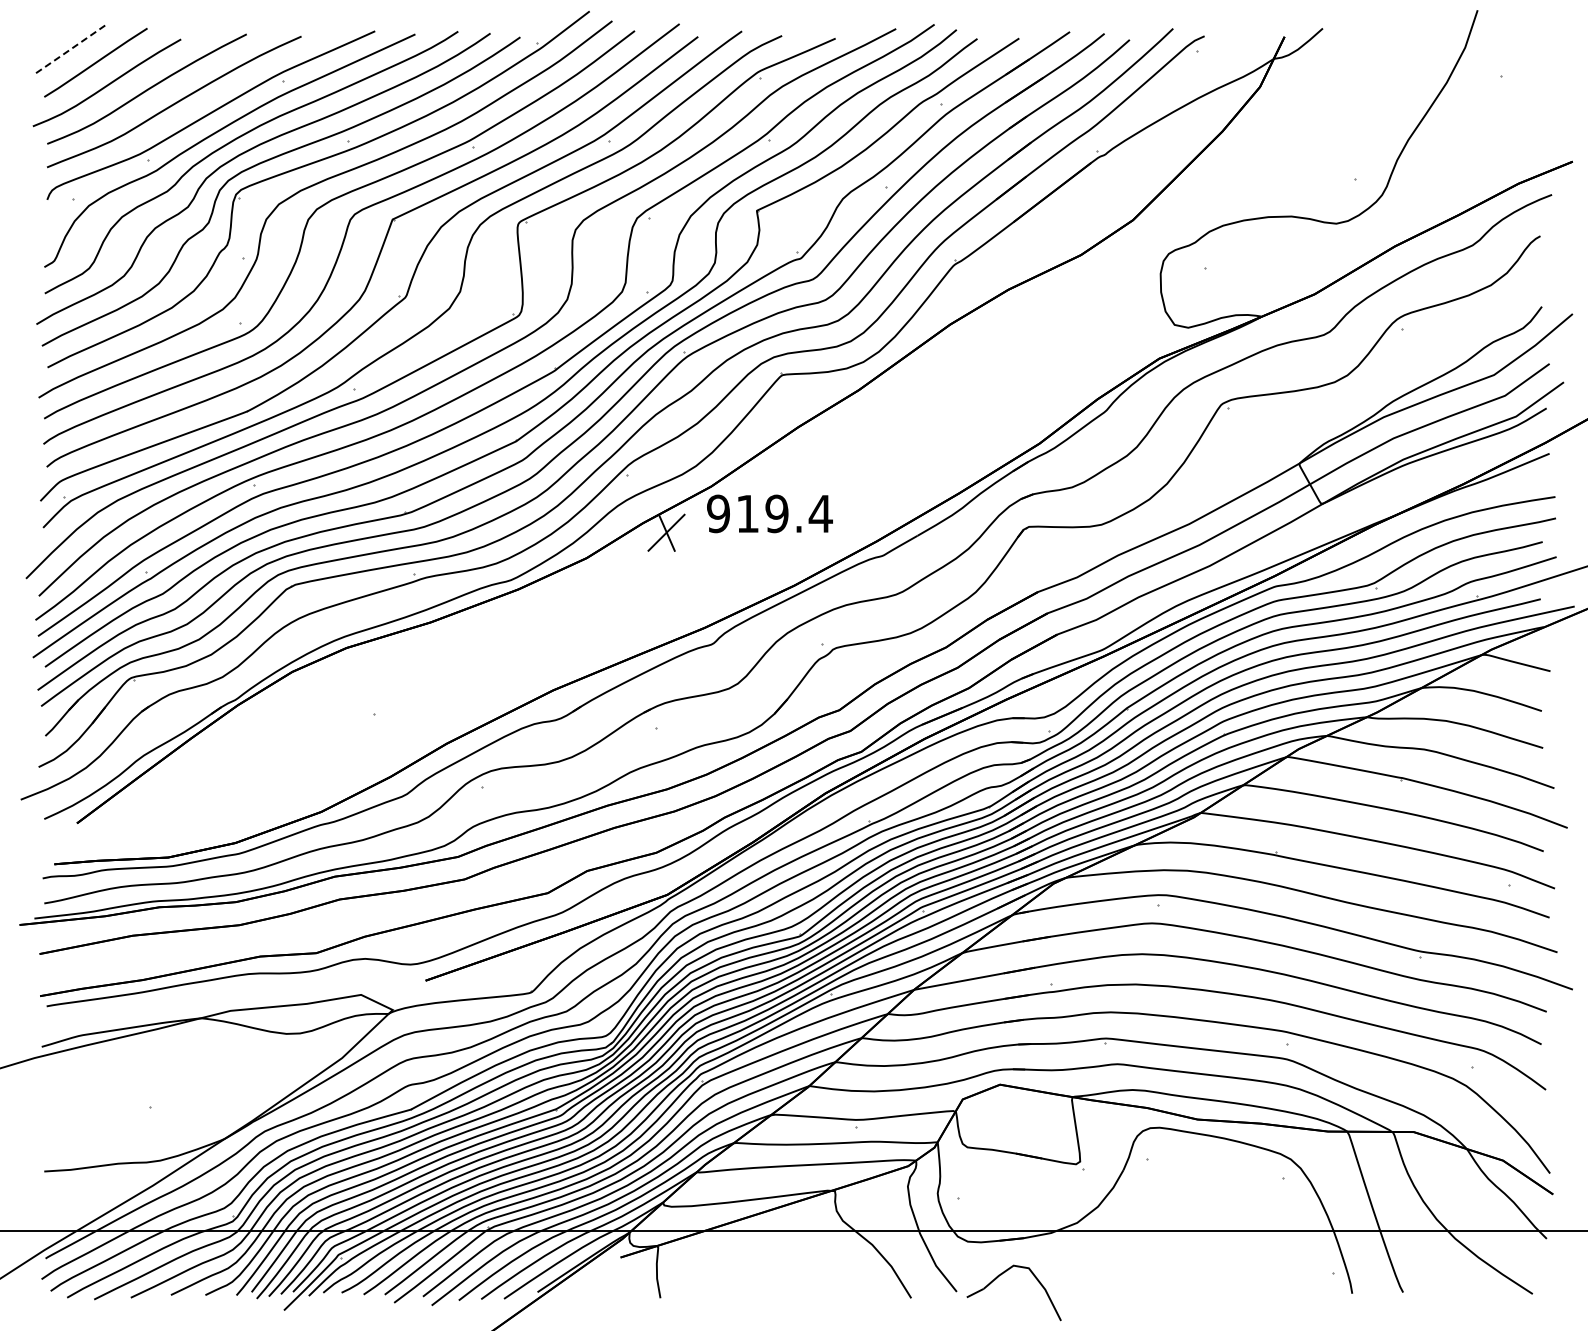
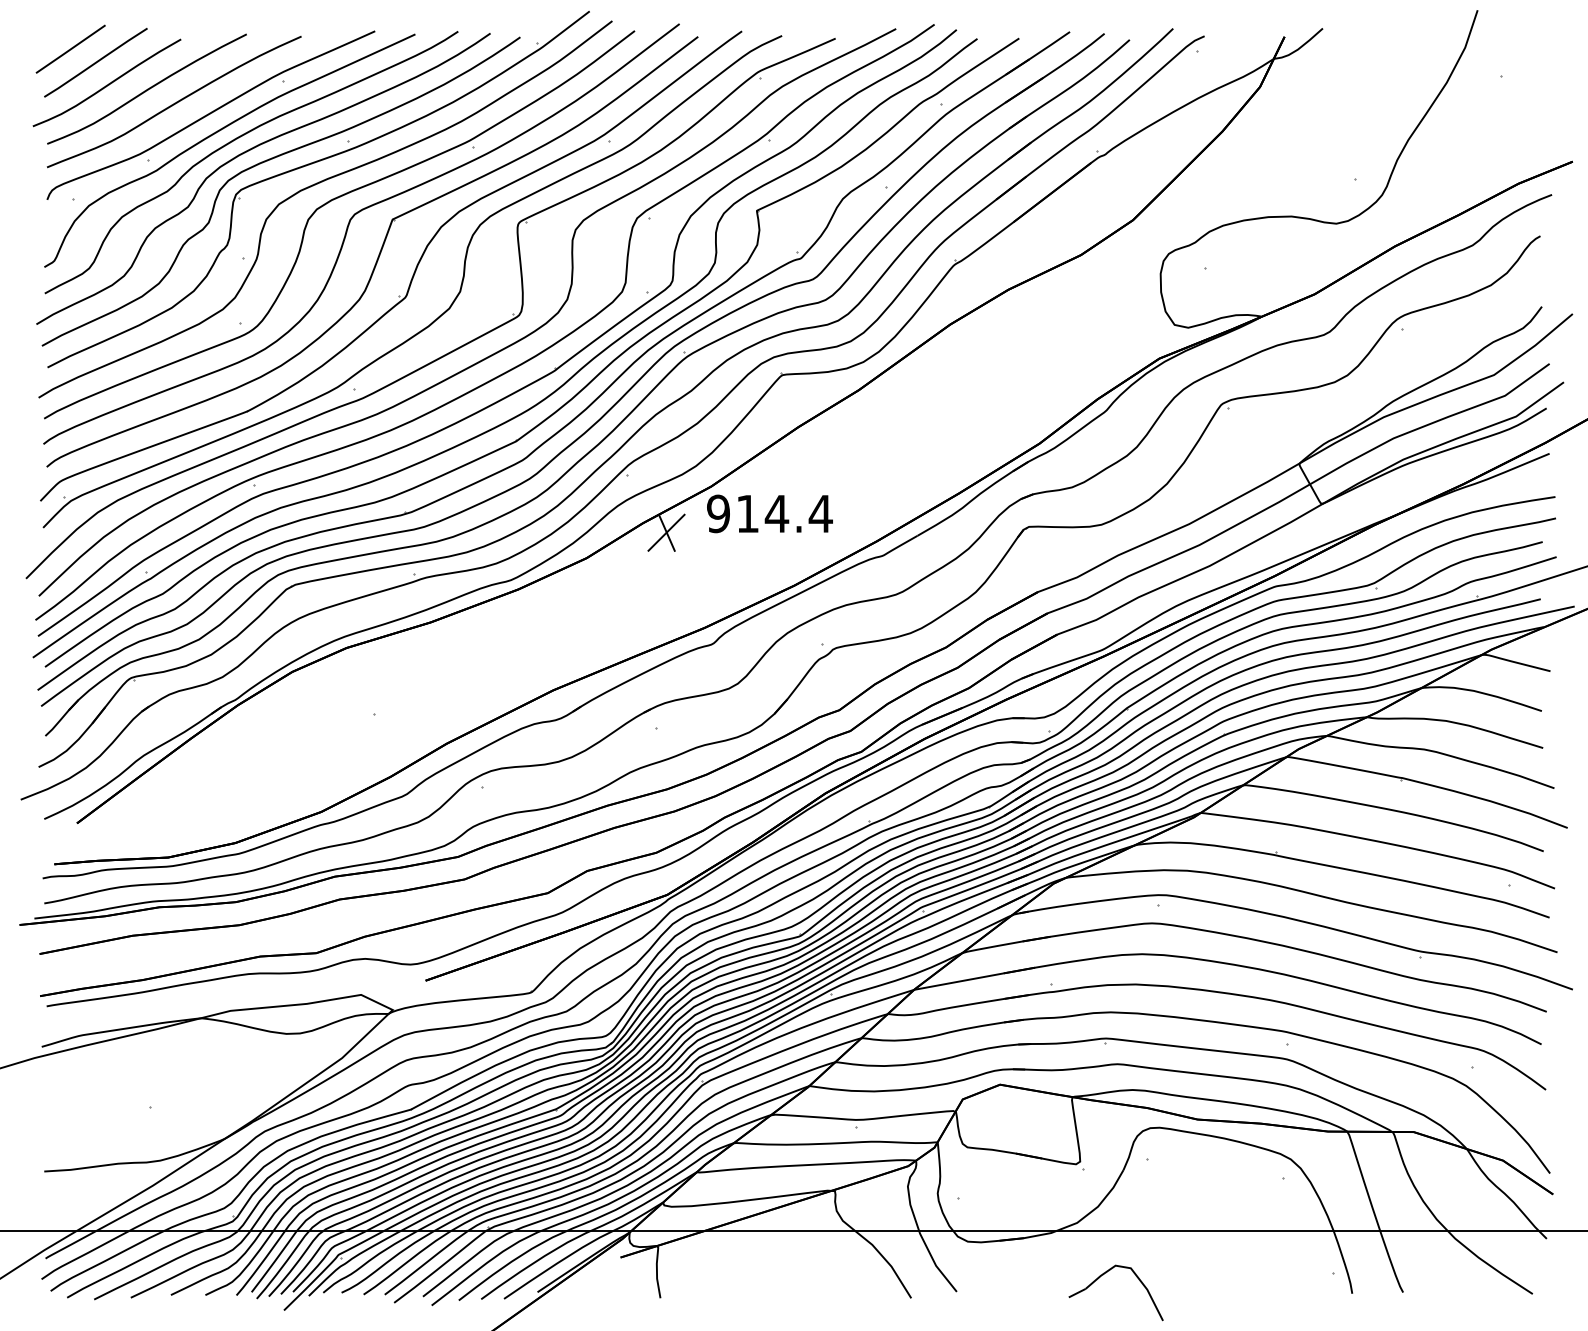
line at (70, 49): dashed -> solid
text at (776, 513): 919.4 -> 914.4
part at (1001, 1275) position: (1001, 1275) -> (1103, 1275)
